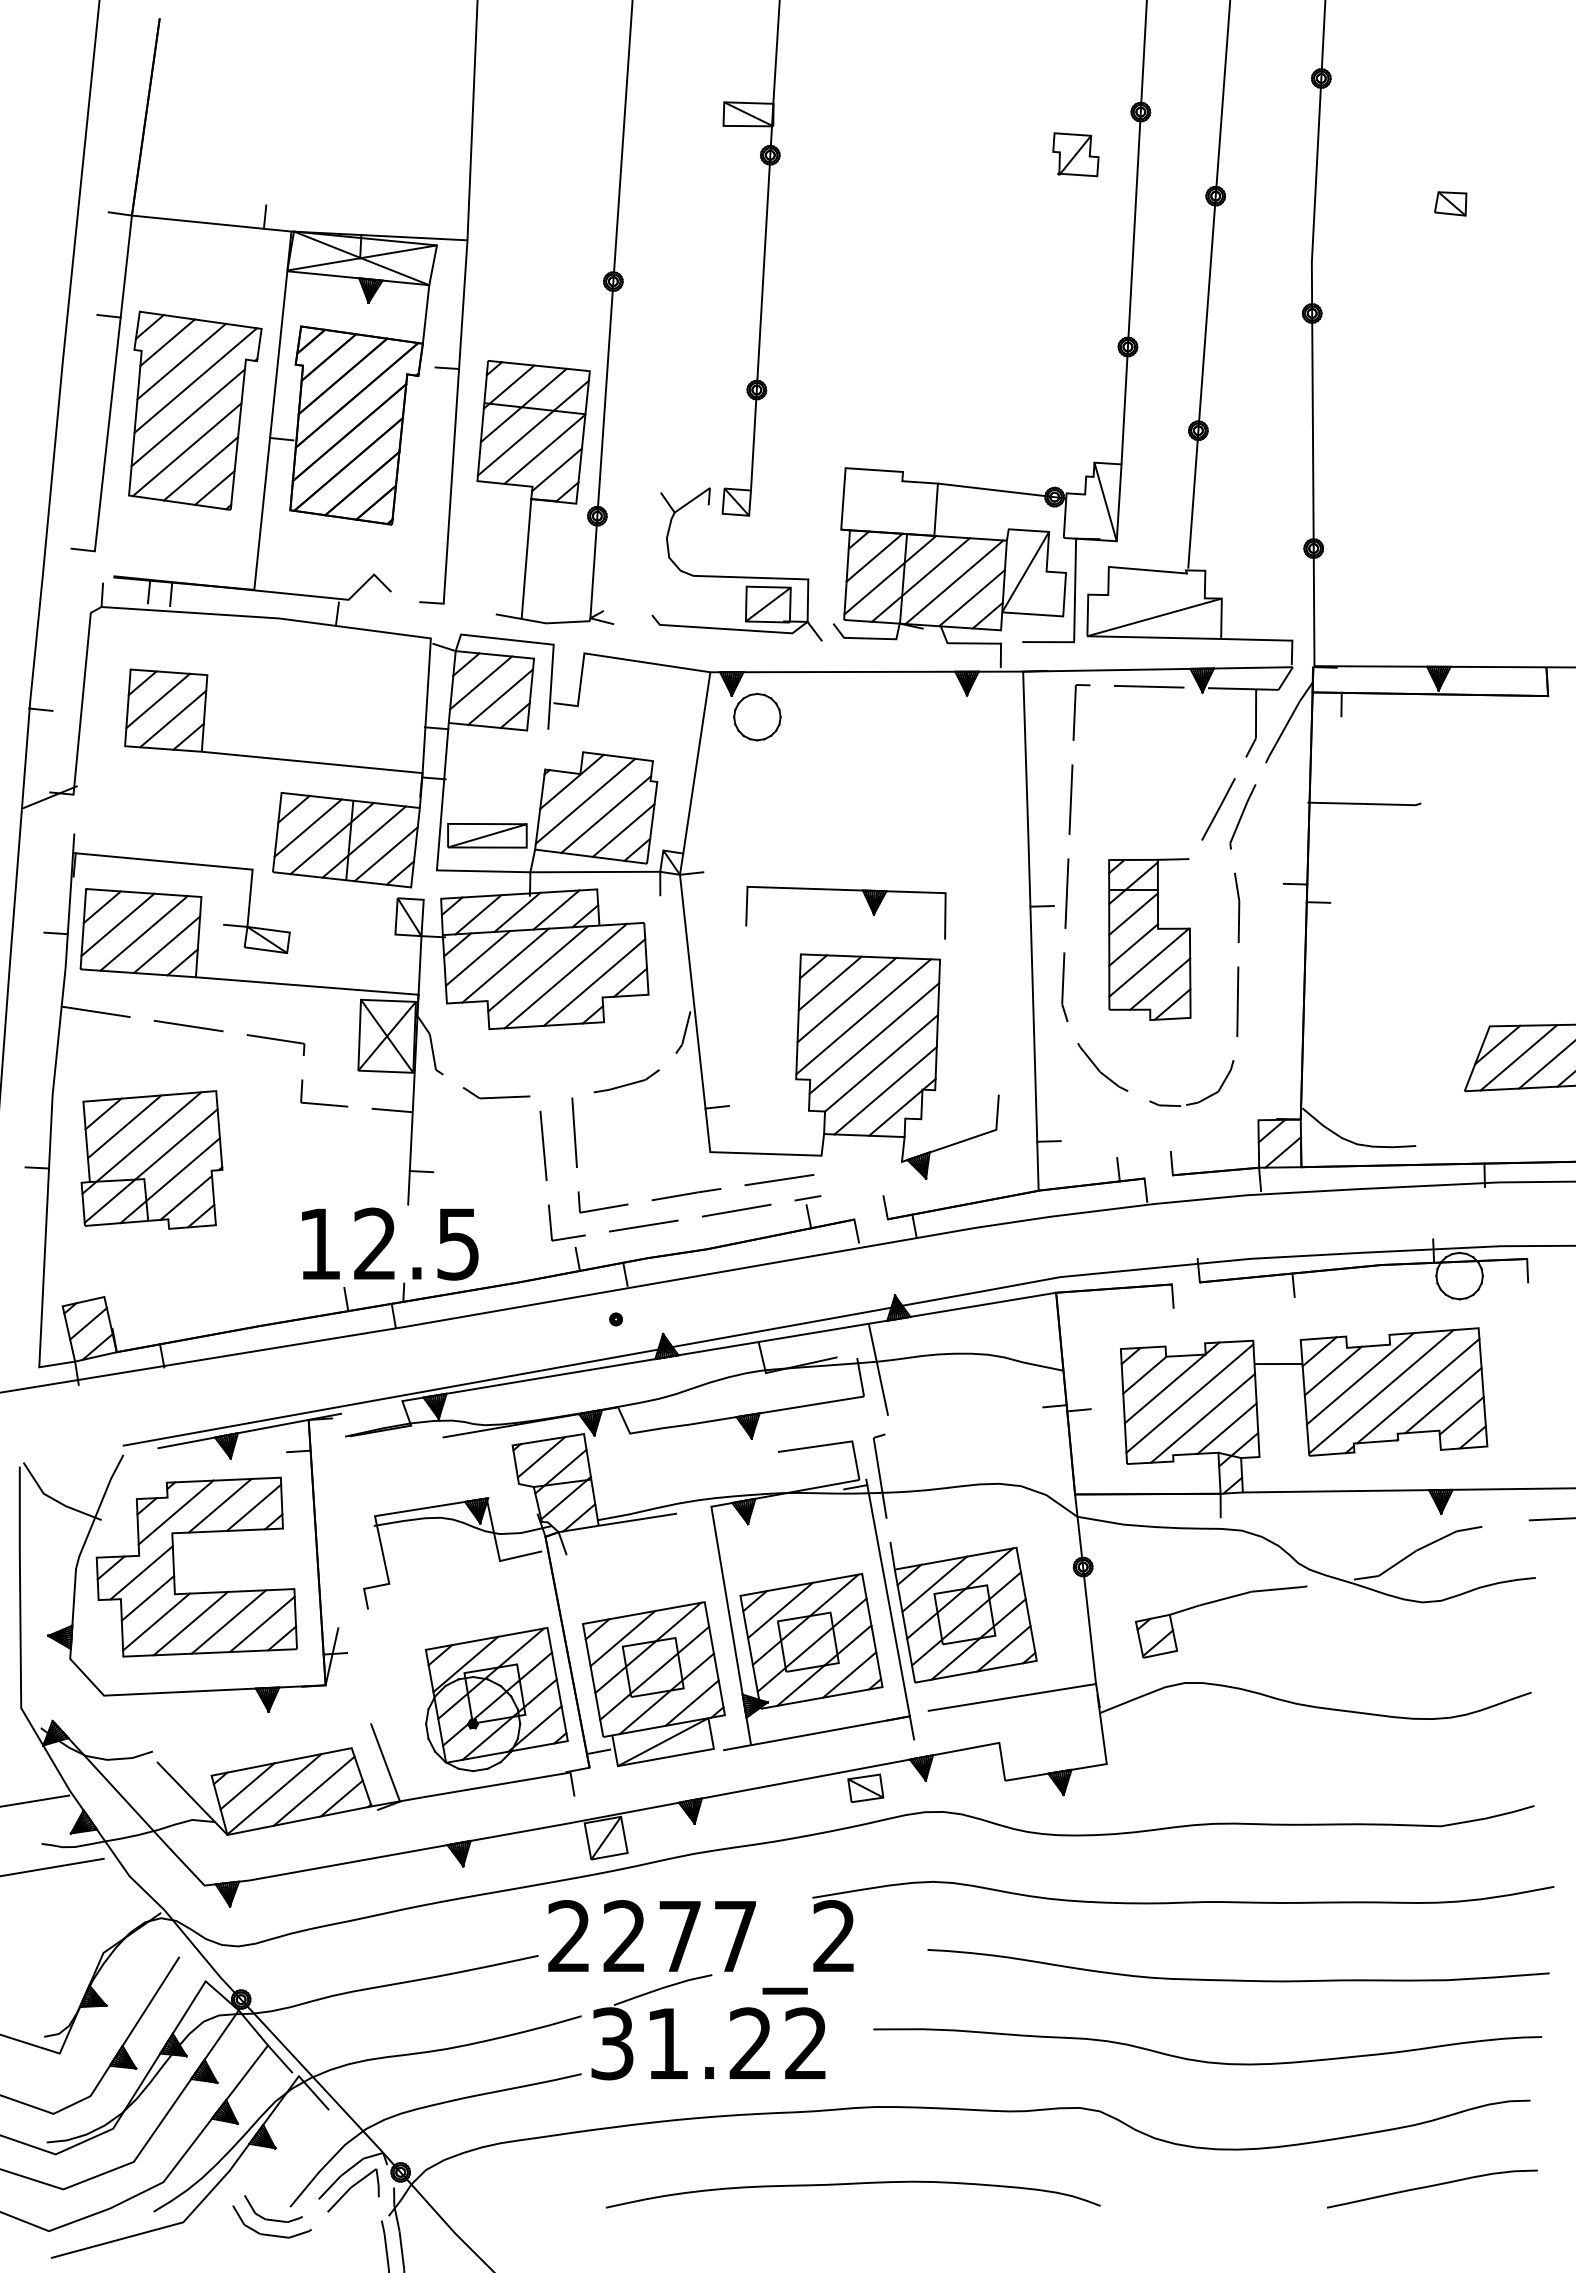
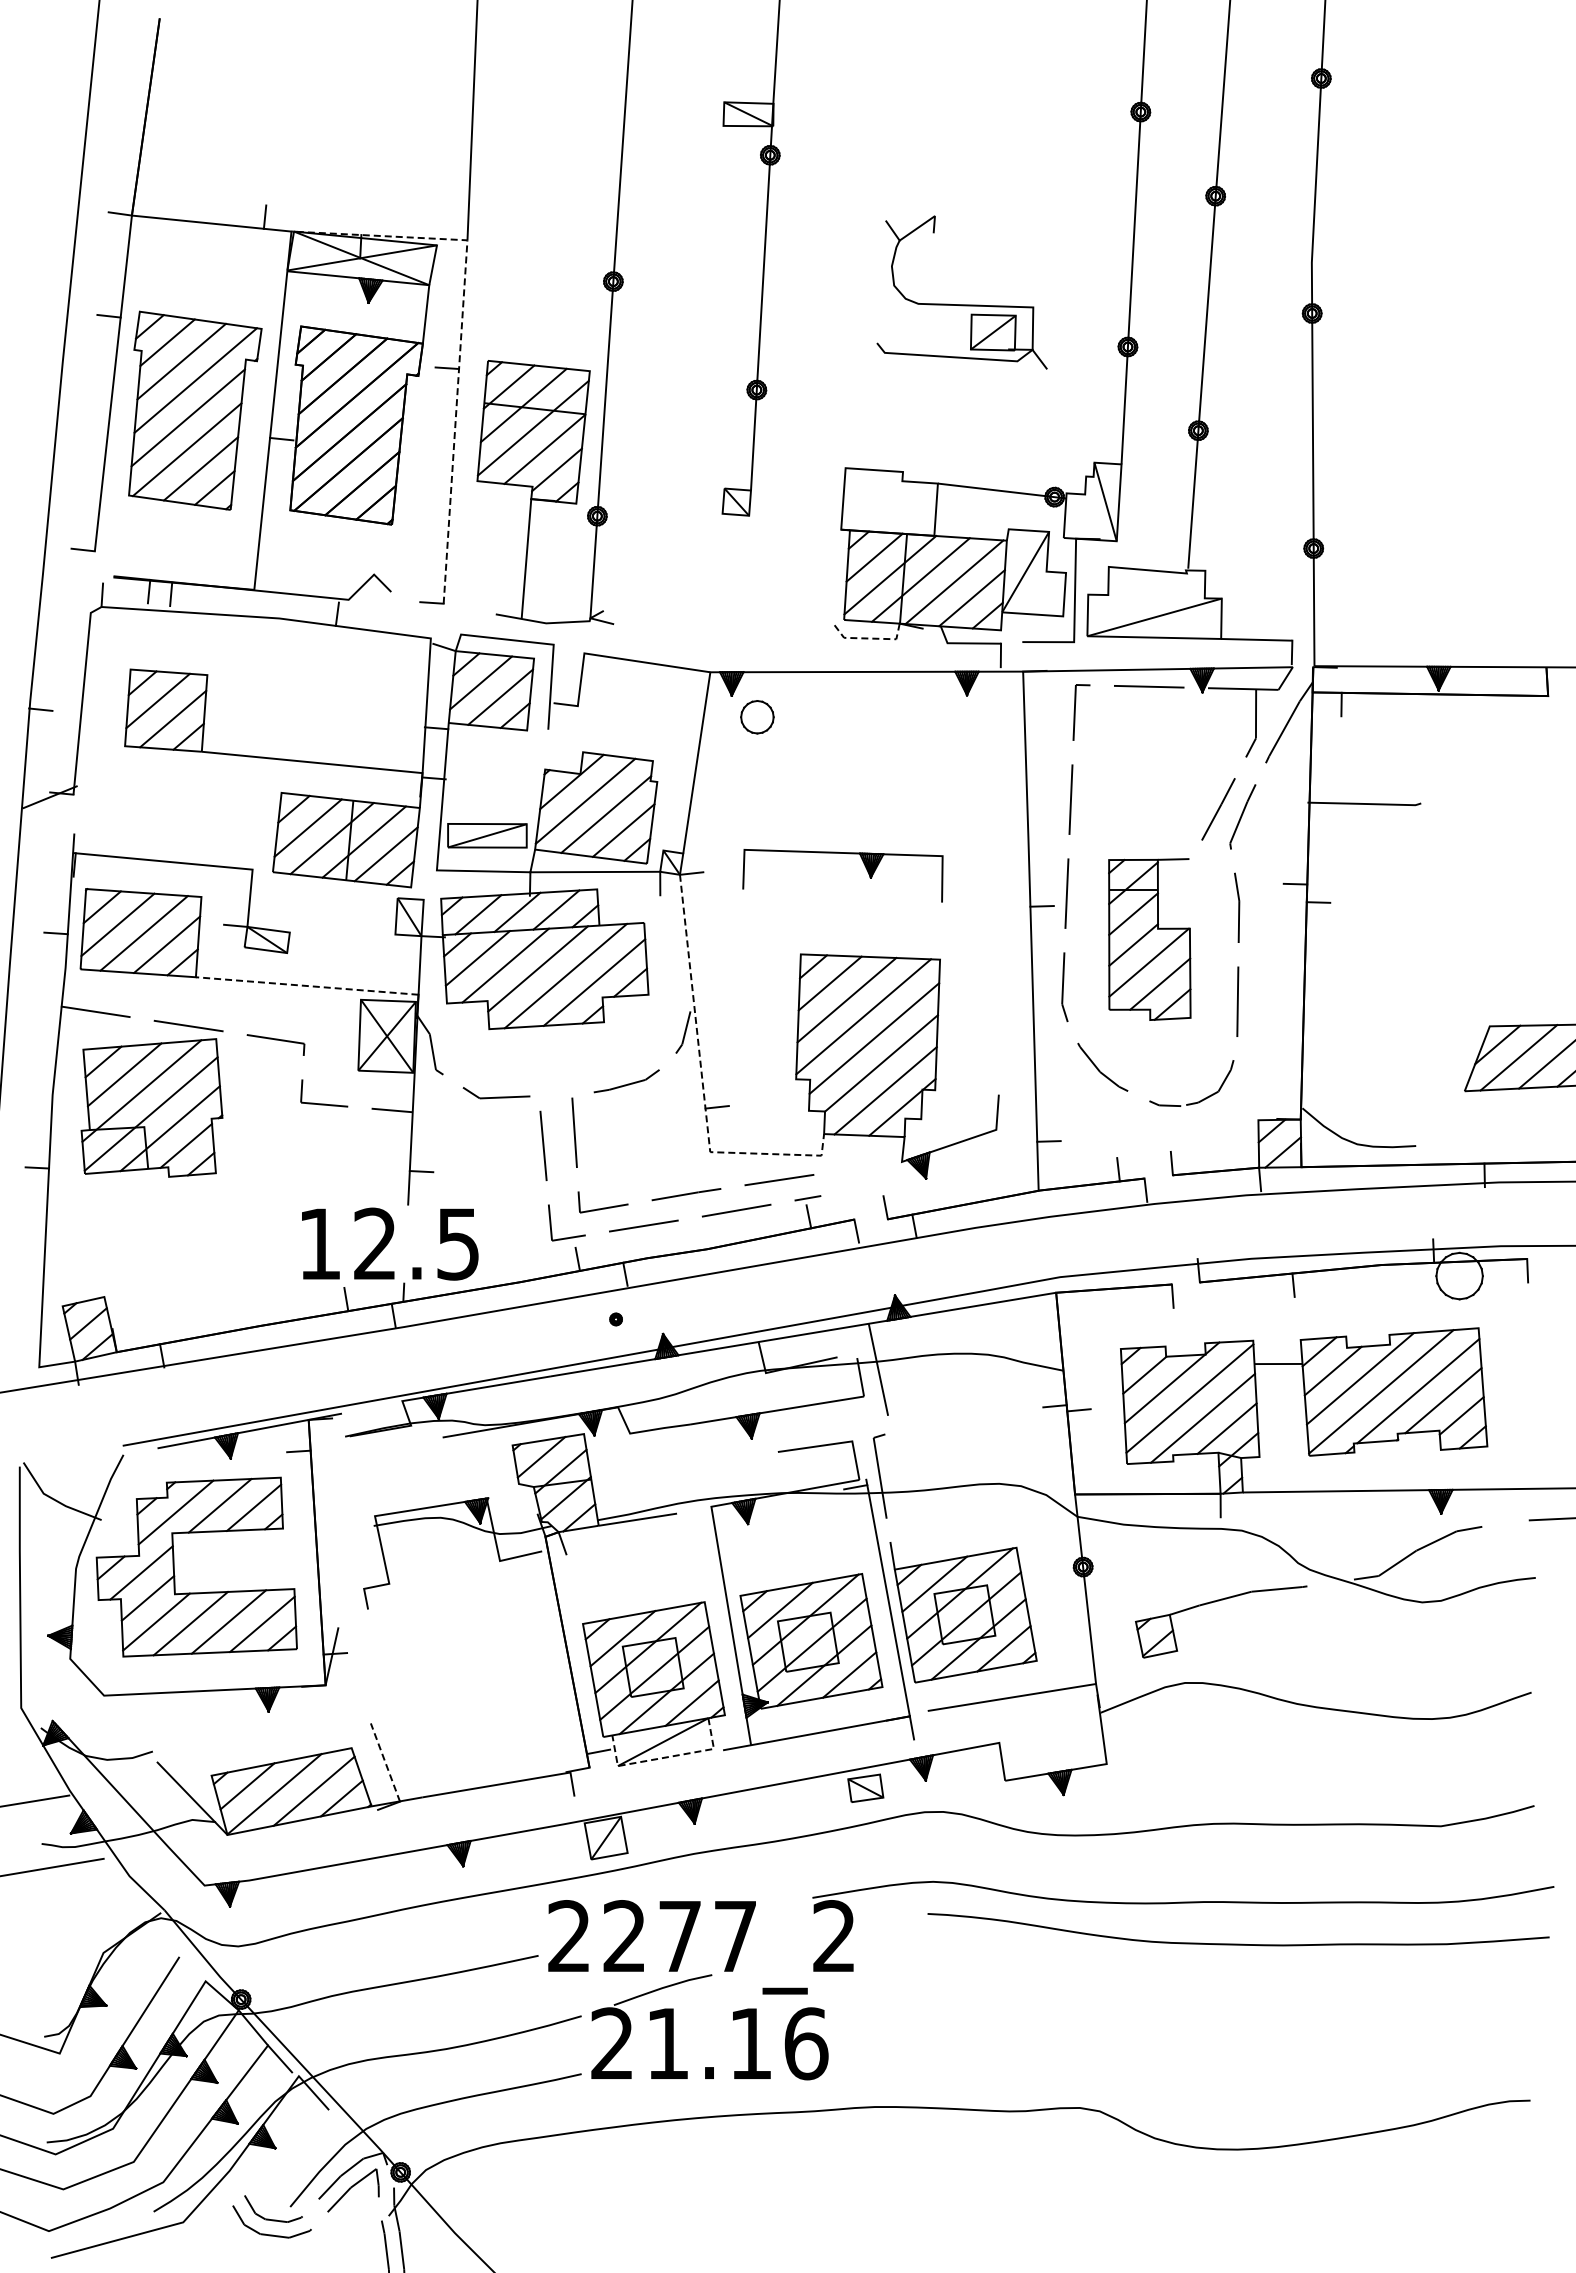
part at (1075, 154): present -> none
part at (1450, 203): present -> none
line at (461, 332): solid -> dashed
part at (736, 576) position: (736, 576) -> (961, 304)
line at (868, 638): solid -> dashed
part at (757, 717) size: 49x49 px -> 35x35 px
part at (851, 891) position: (851, 891) -> (848, 854)
line at (307, 986): solid -> dashed
line at (702, 1081): solid -> dashed
part at (151, 1159) position: (151, 1159) -> (151, 1107)
part at (496, 1699): present -> none
line at (665, 1757): solid -> dashed
line at (385, 1762): solid -> dashed
curve at (1238, 1979) position: (1238, 1979) -> (1238, 1943)
text at (709, 2043): 31.22 -> 21.16
curve at (1203, 2060): present -> none
curve at (852, 2184): present -> none
curve at (1432, 2186): present -> none
